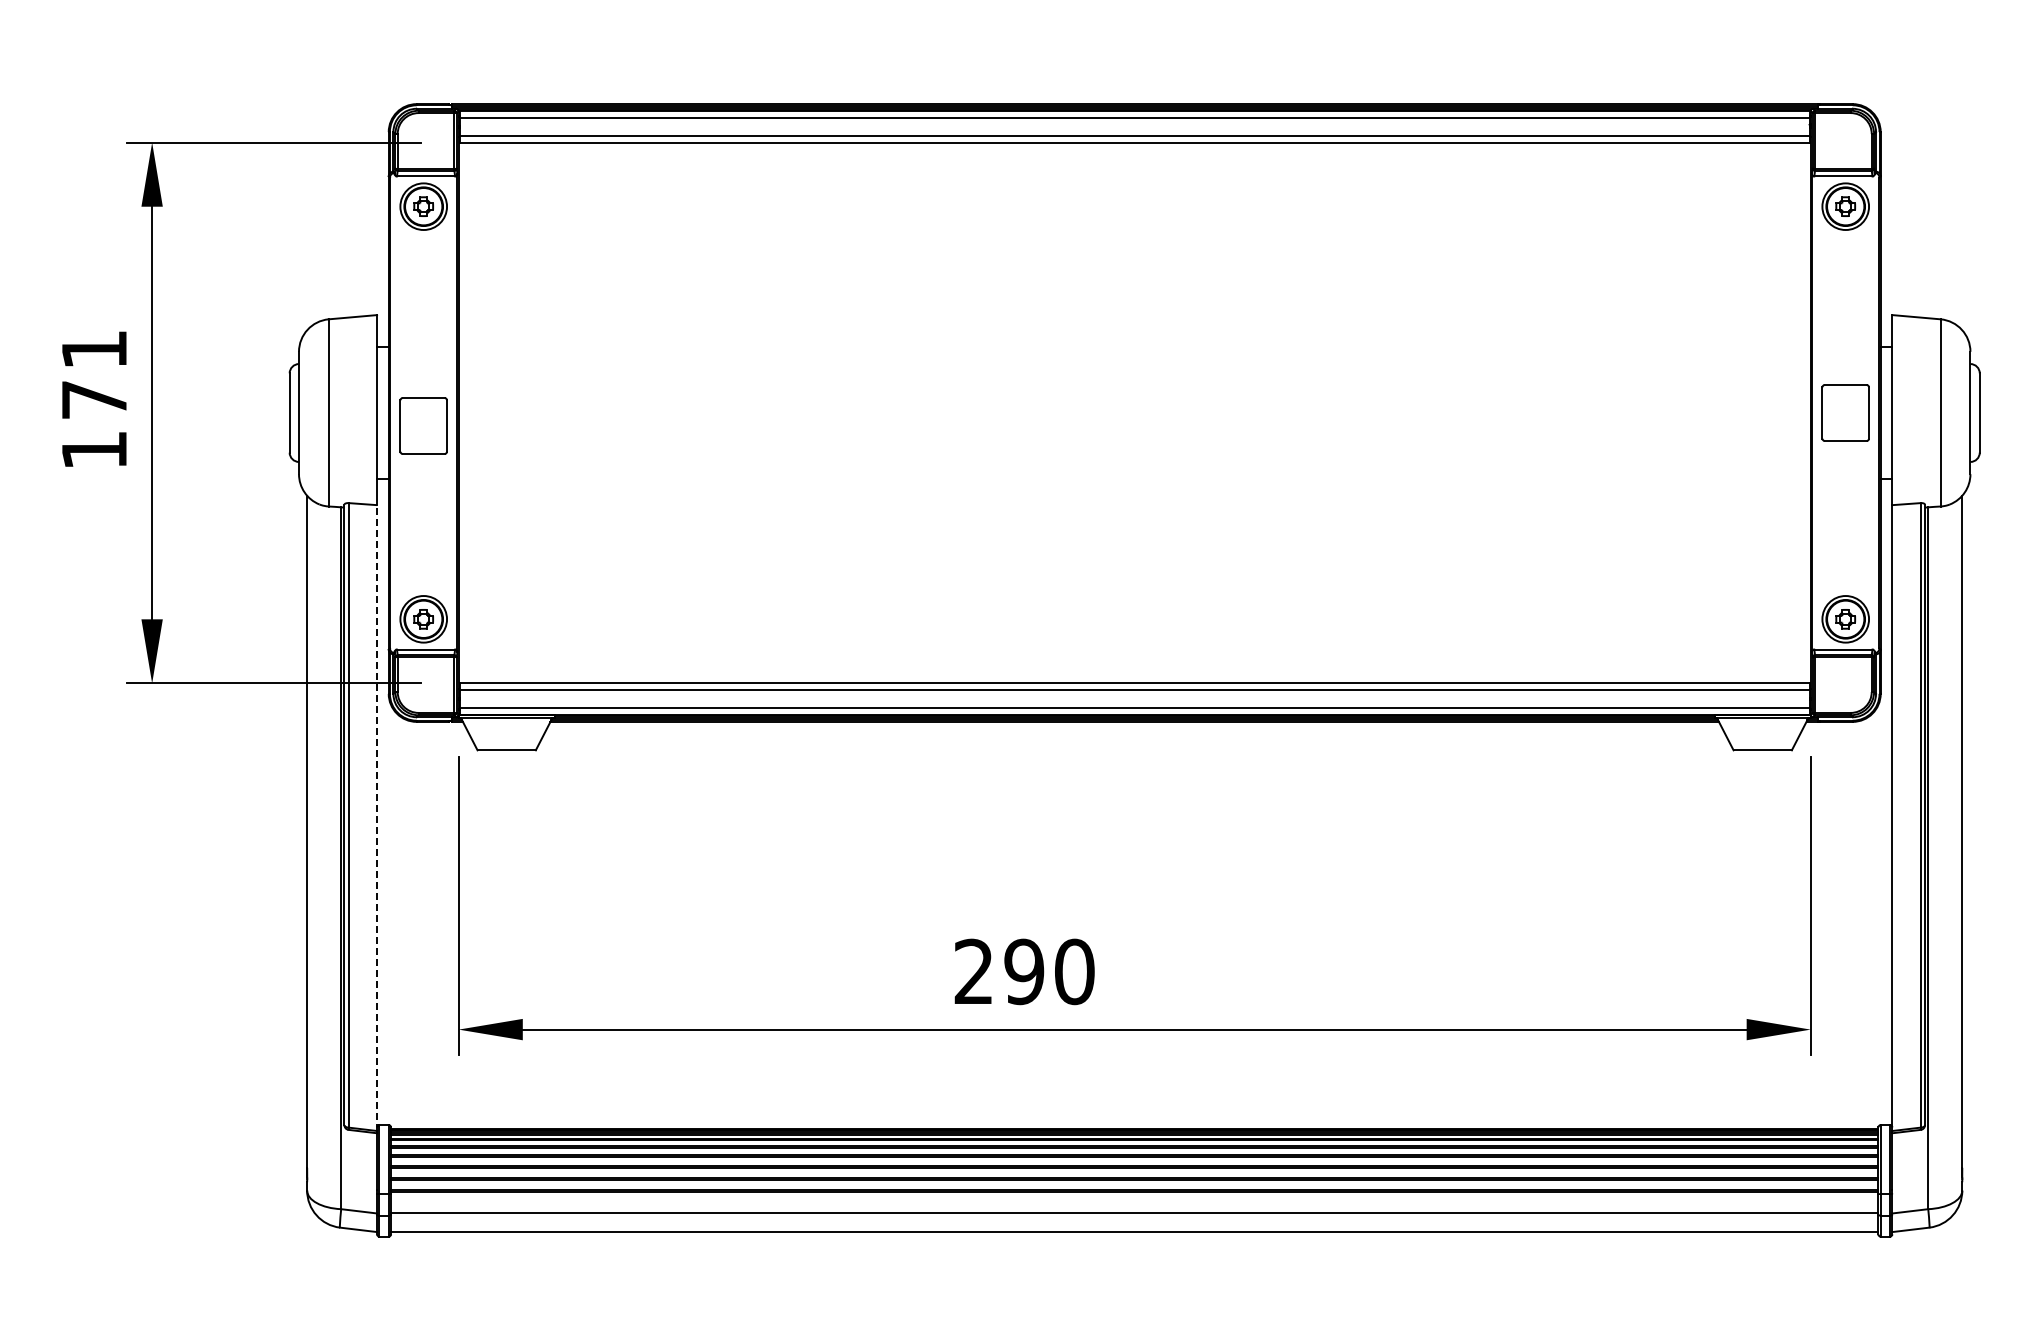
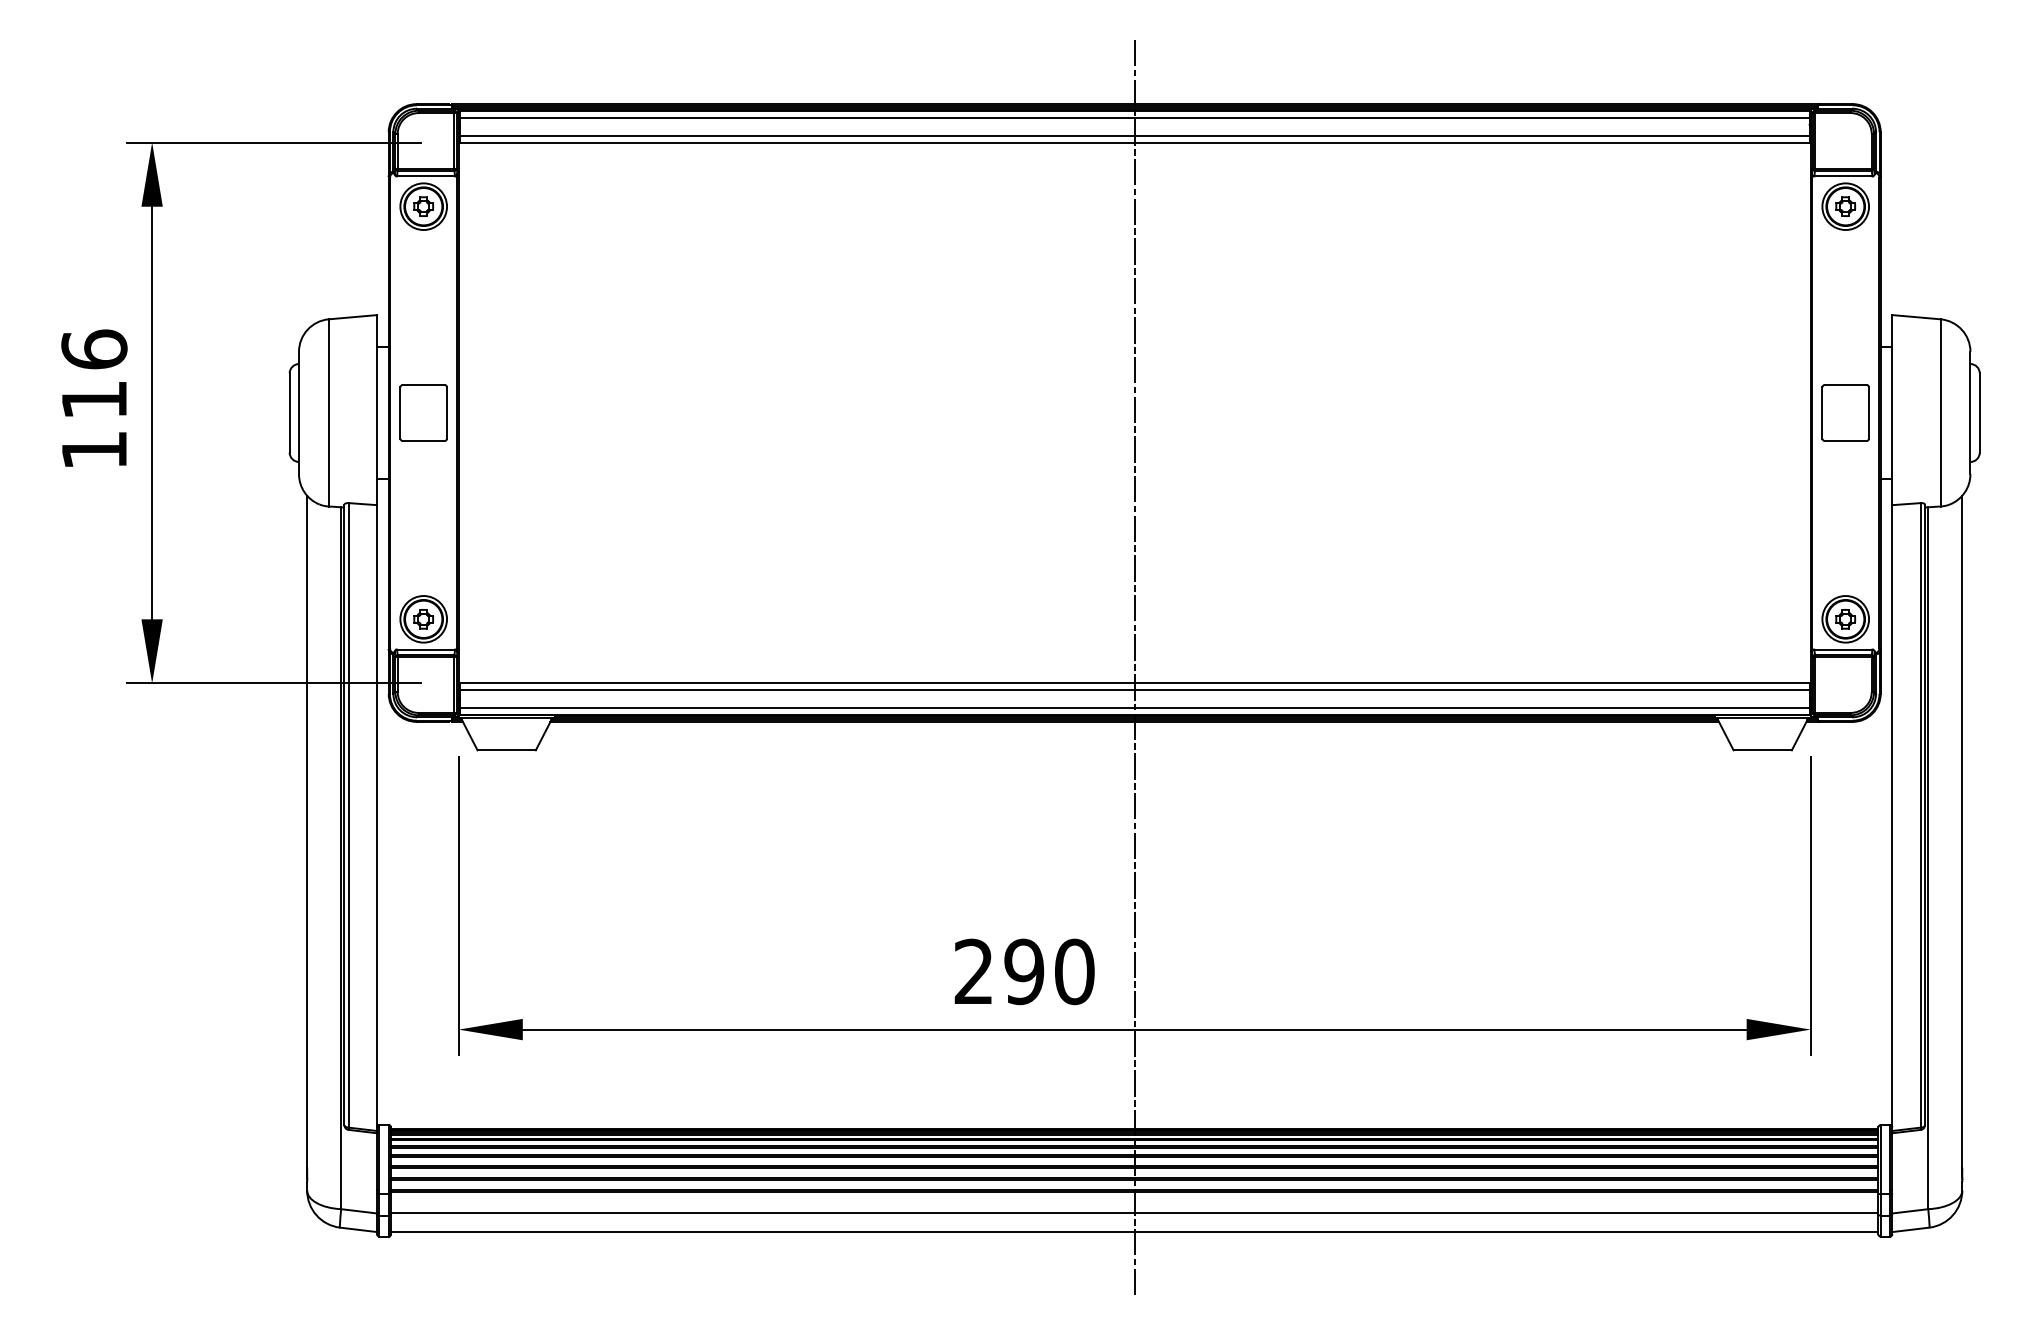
text at (94, 373): 171 -> 116
part at (423, 425) position: (423, 425) -> (423, 412)
line at (1134, 668): none -> present
line at (377, 818): dashed -> solid
